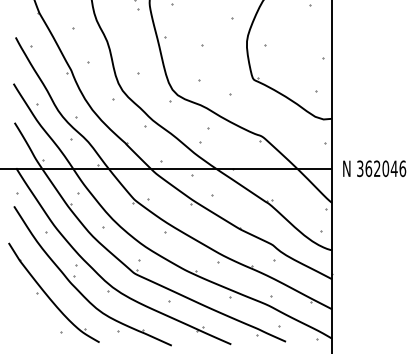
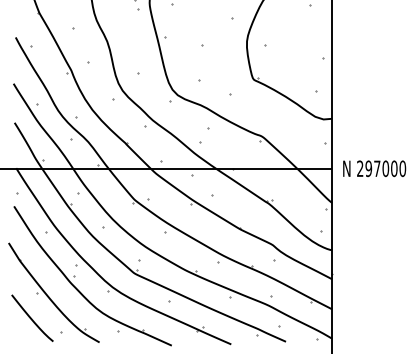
text at (381, 168): 362046 -> 297000
curve at (31, 317): none -> present
